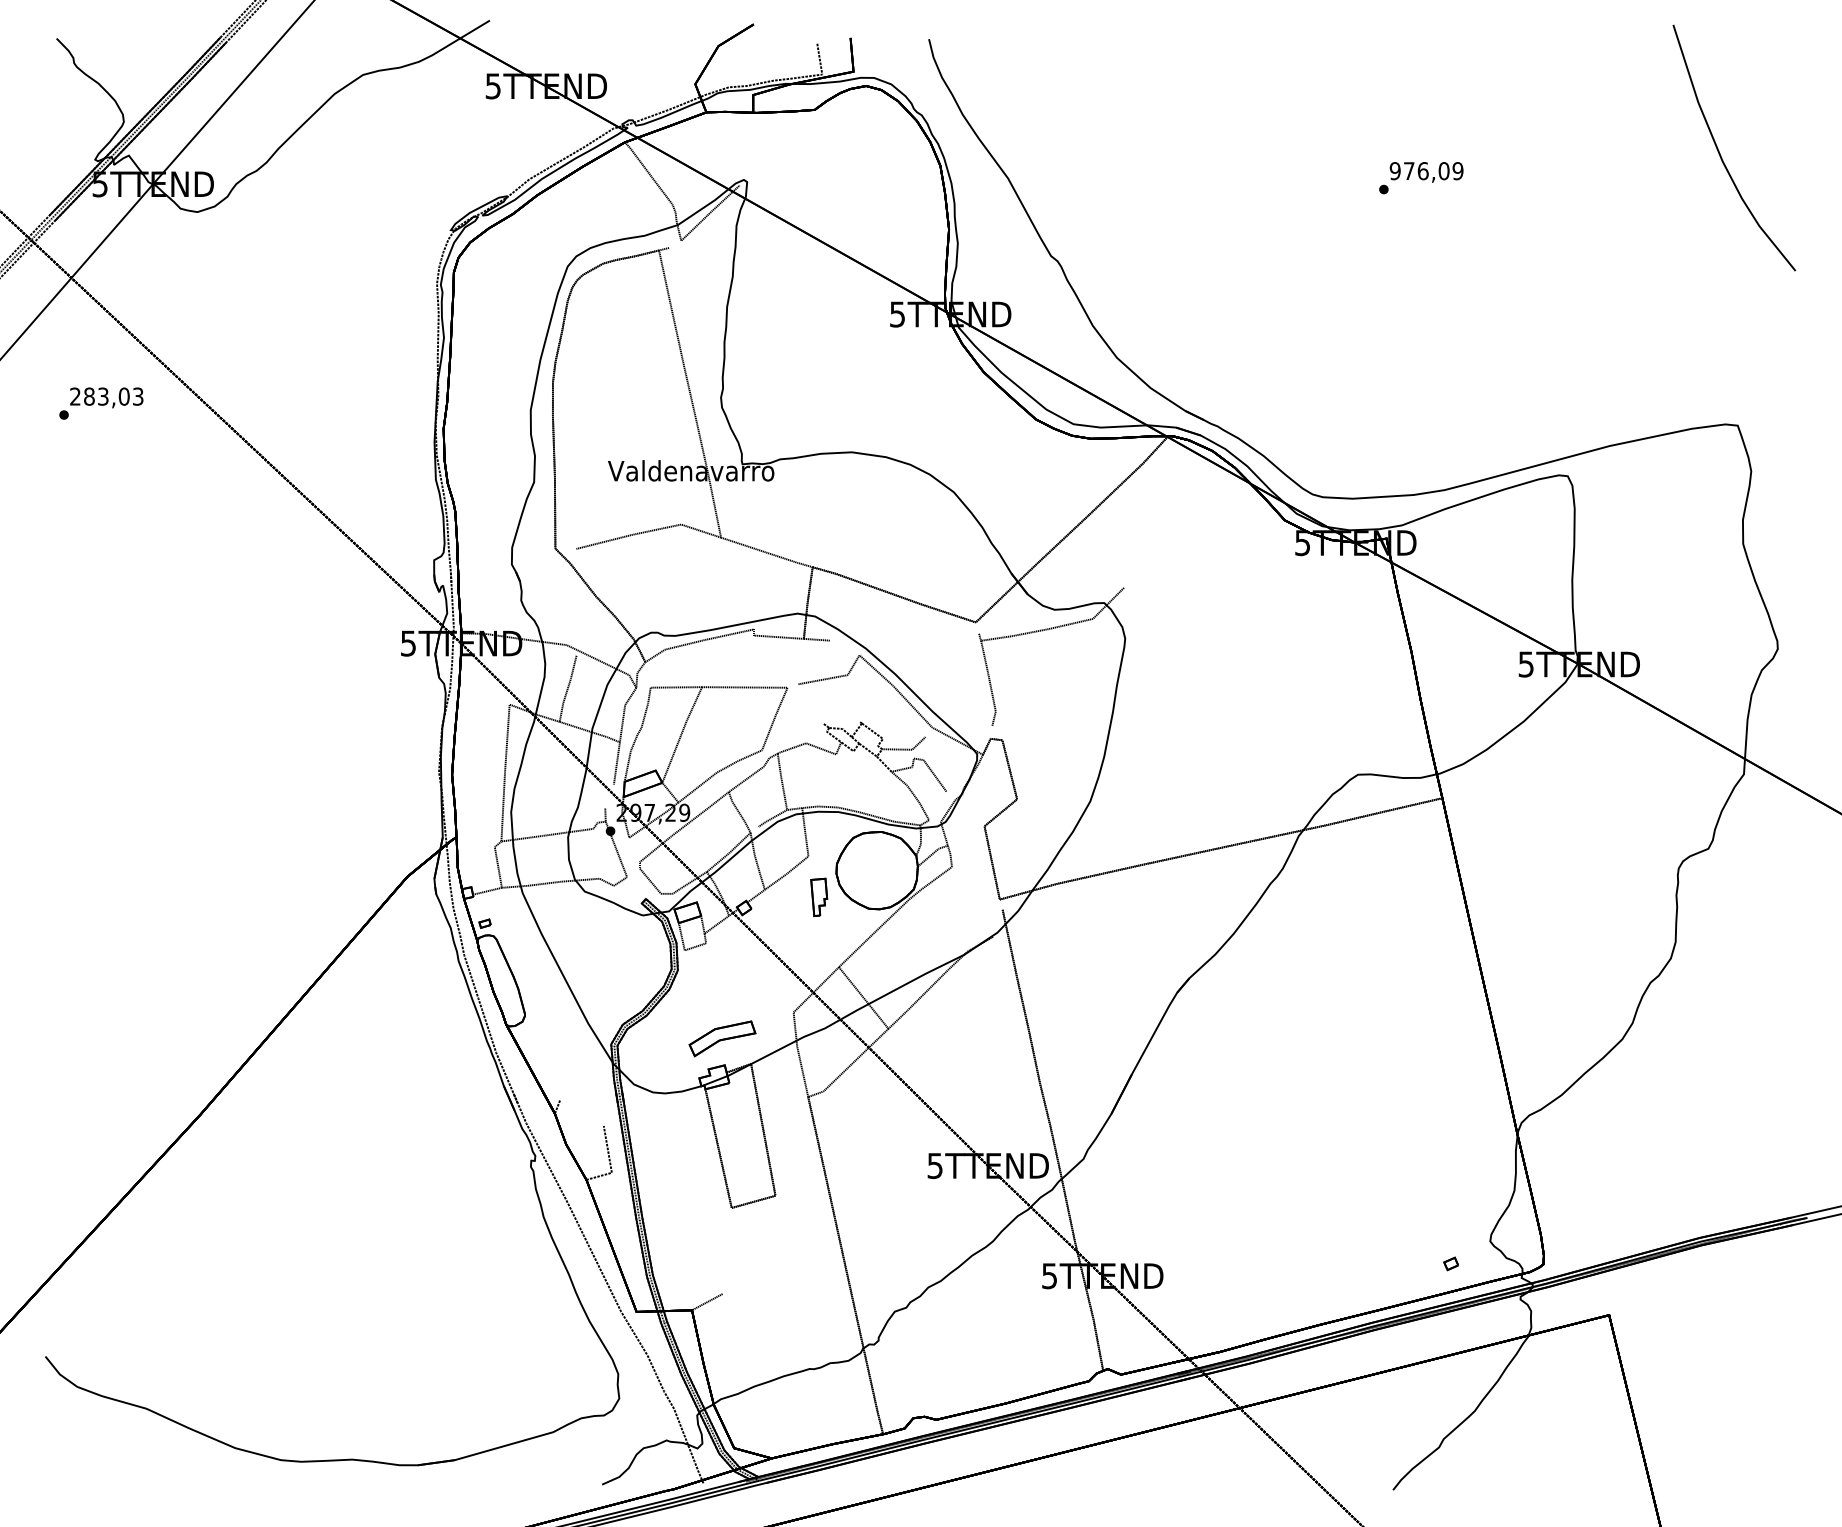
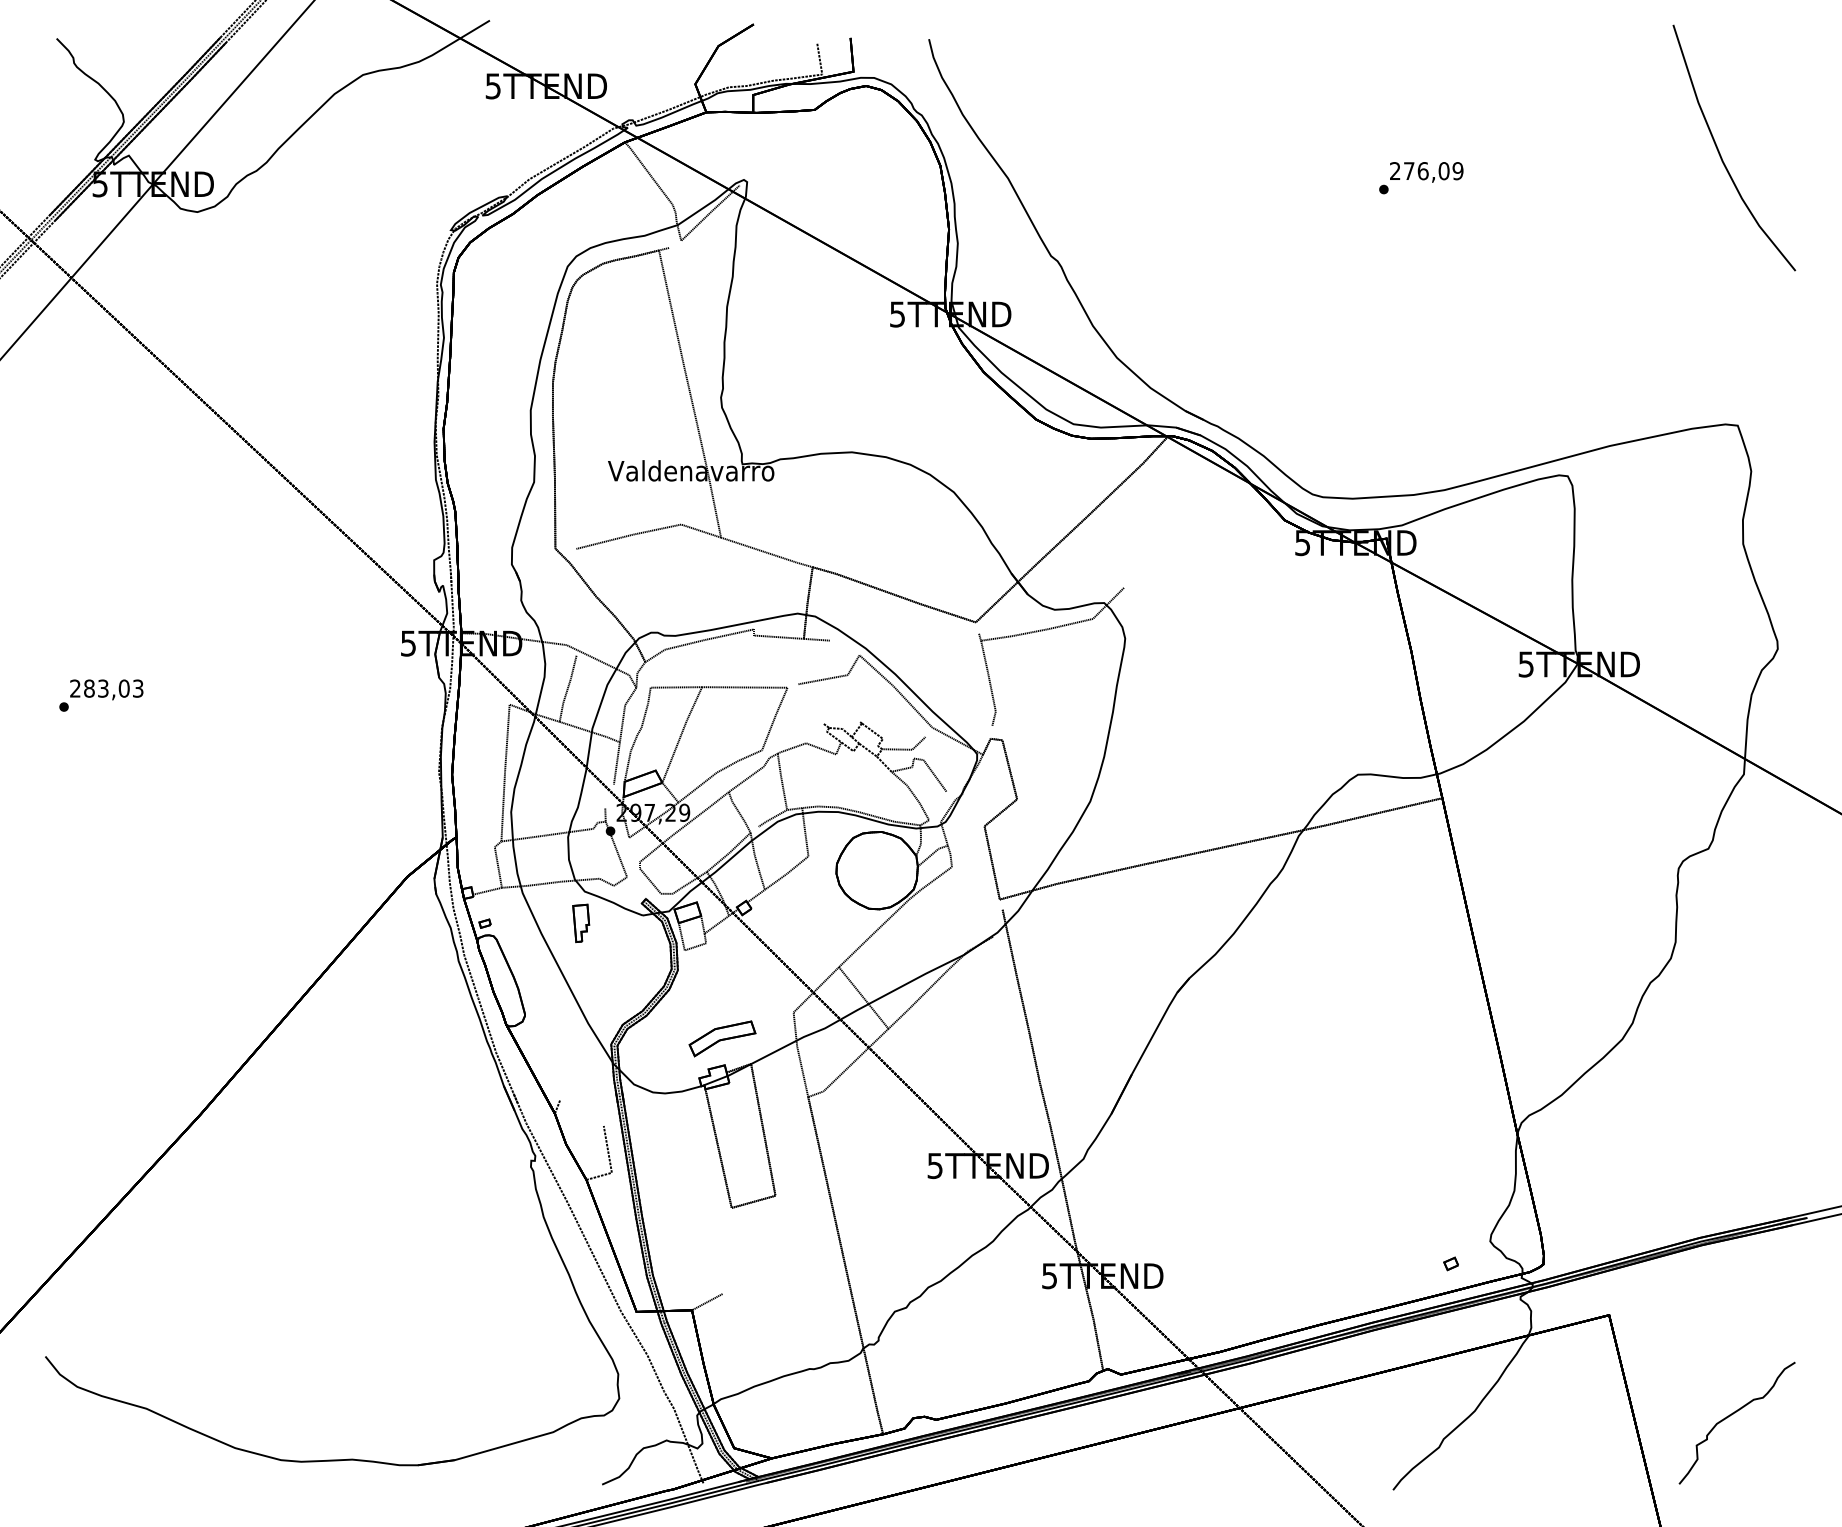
text at (1394, 171): 976,09 -> 276,09
text at (101, 403) position: (101, 403) -> (101, 695)
part at (819, 897) position: (819, 897) -> (581, 923)
curve at (1730, 1416): none -> present
